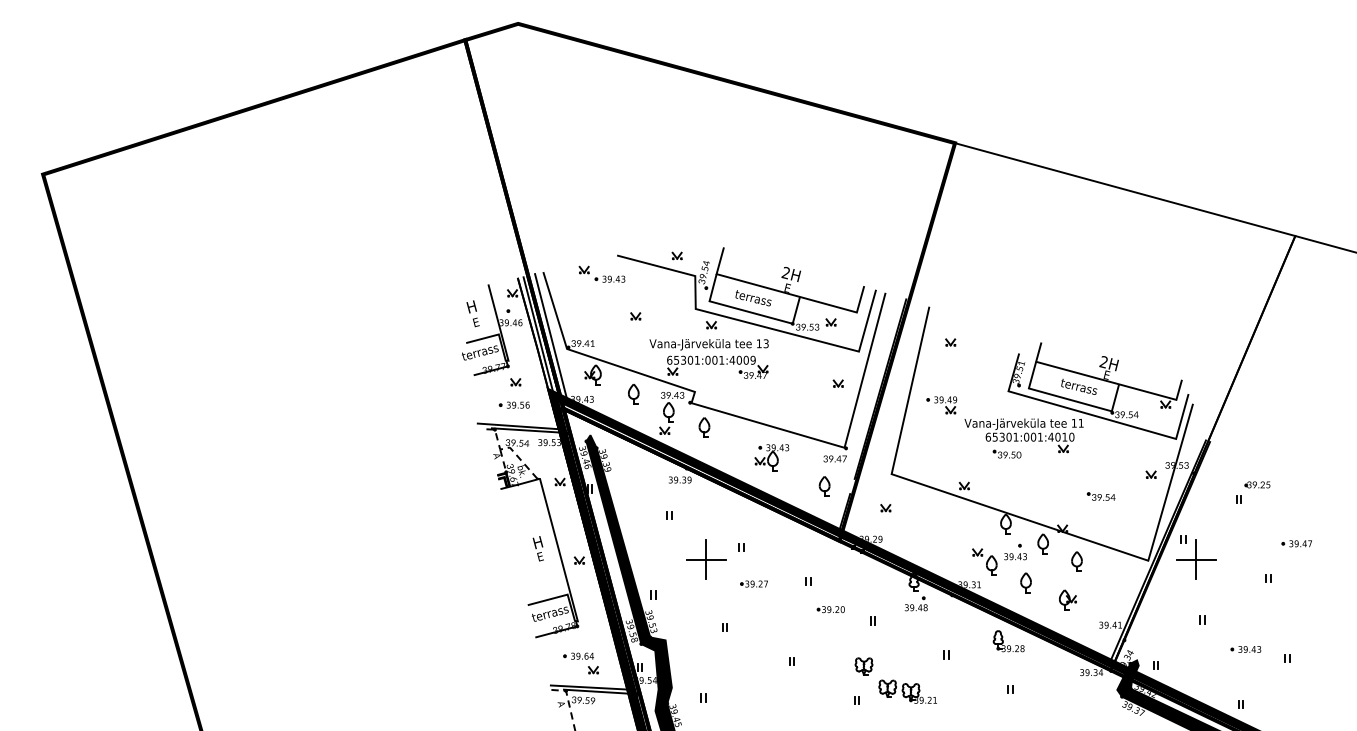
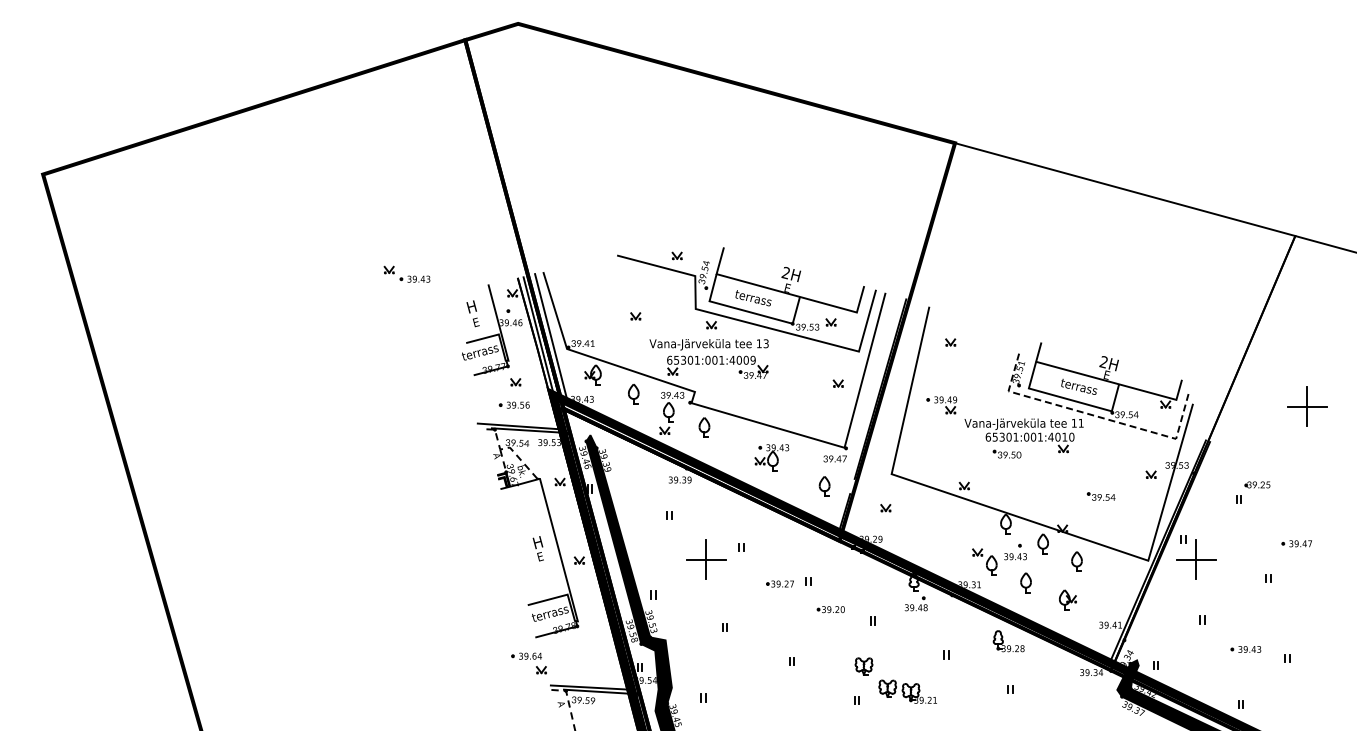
part at (601, 273) position: (601, 273) -> (406, 273)
part at (1307, 406): none -> present
line at (1095, 416): solid -> dashed
part at (753, 583) position: (753, 583) -> (779, 583)
part at (580, 663) position: (580, 663) -> (528, 663)
